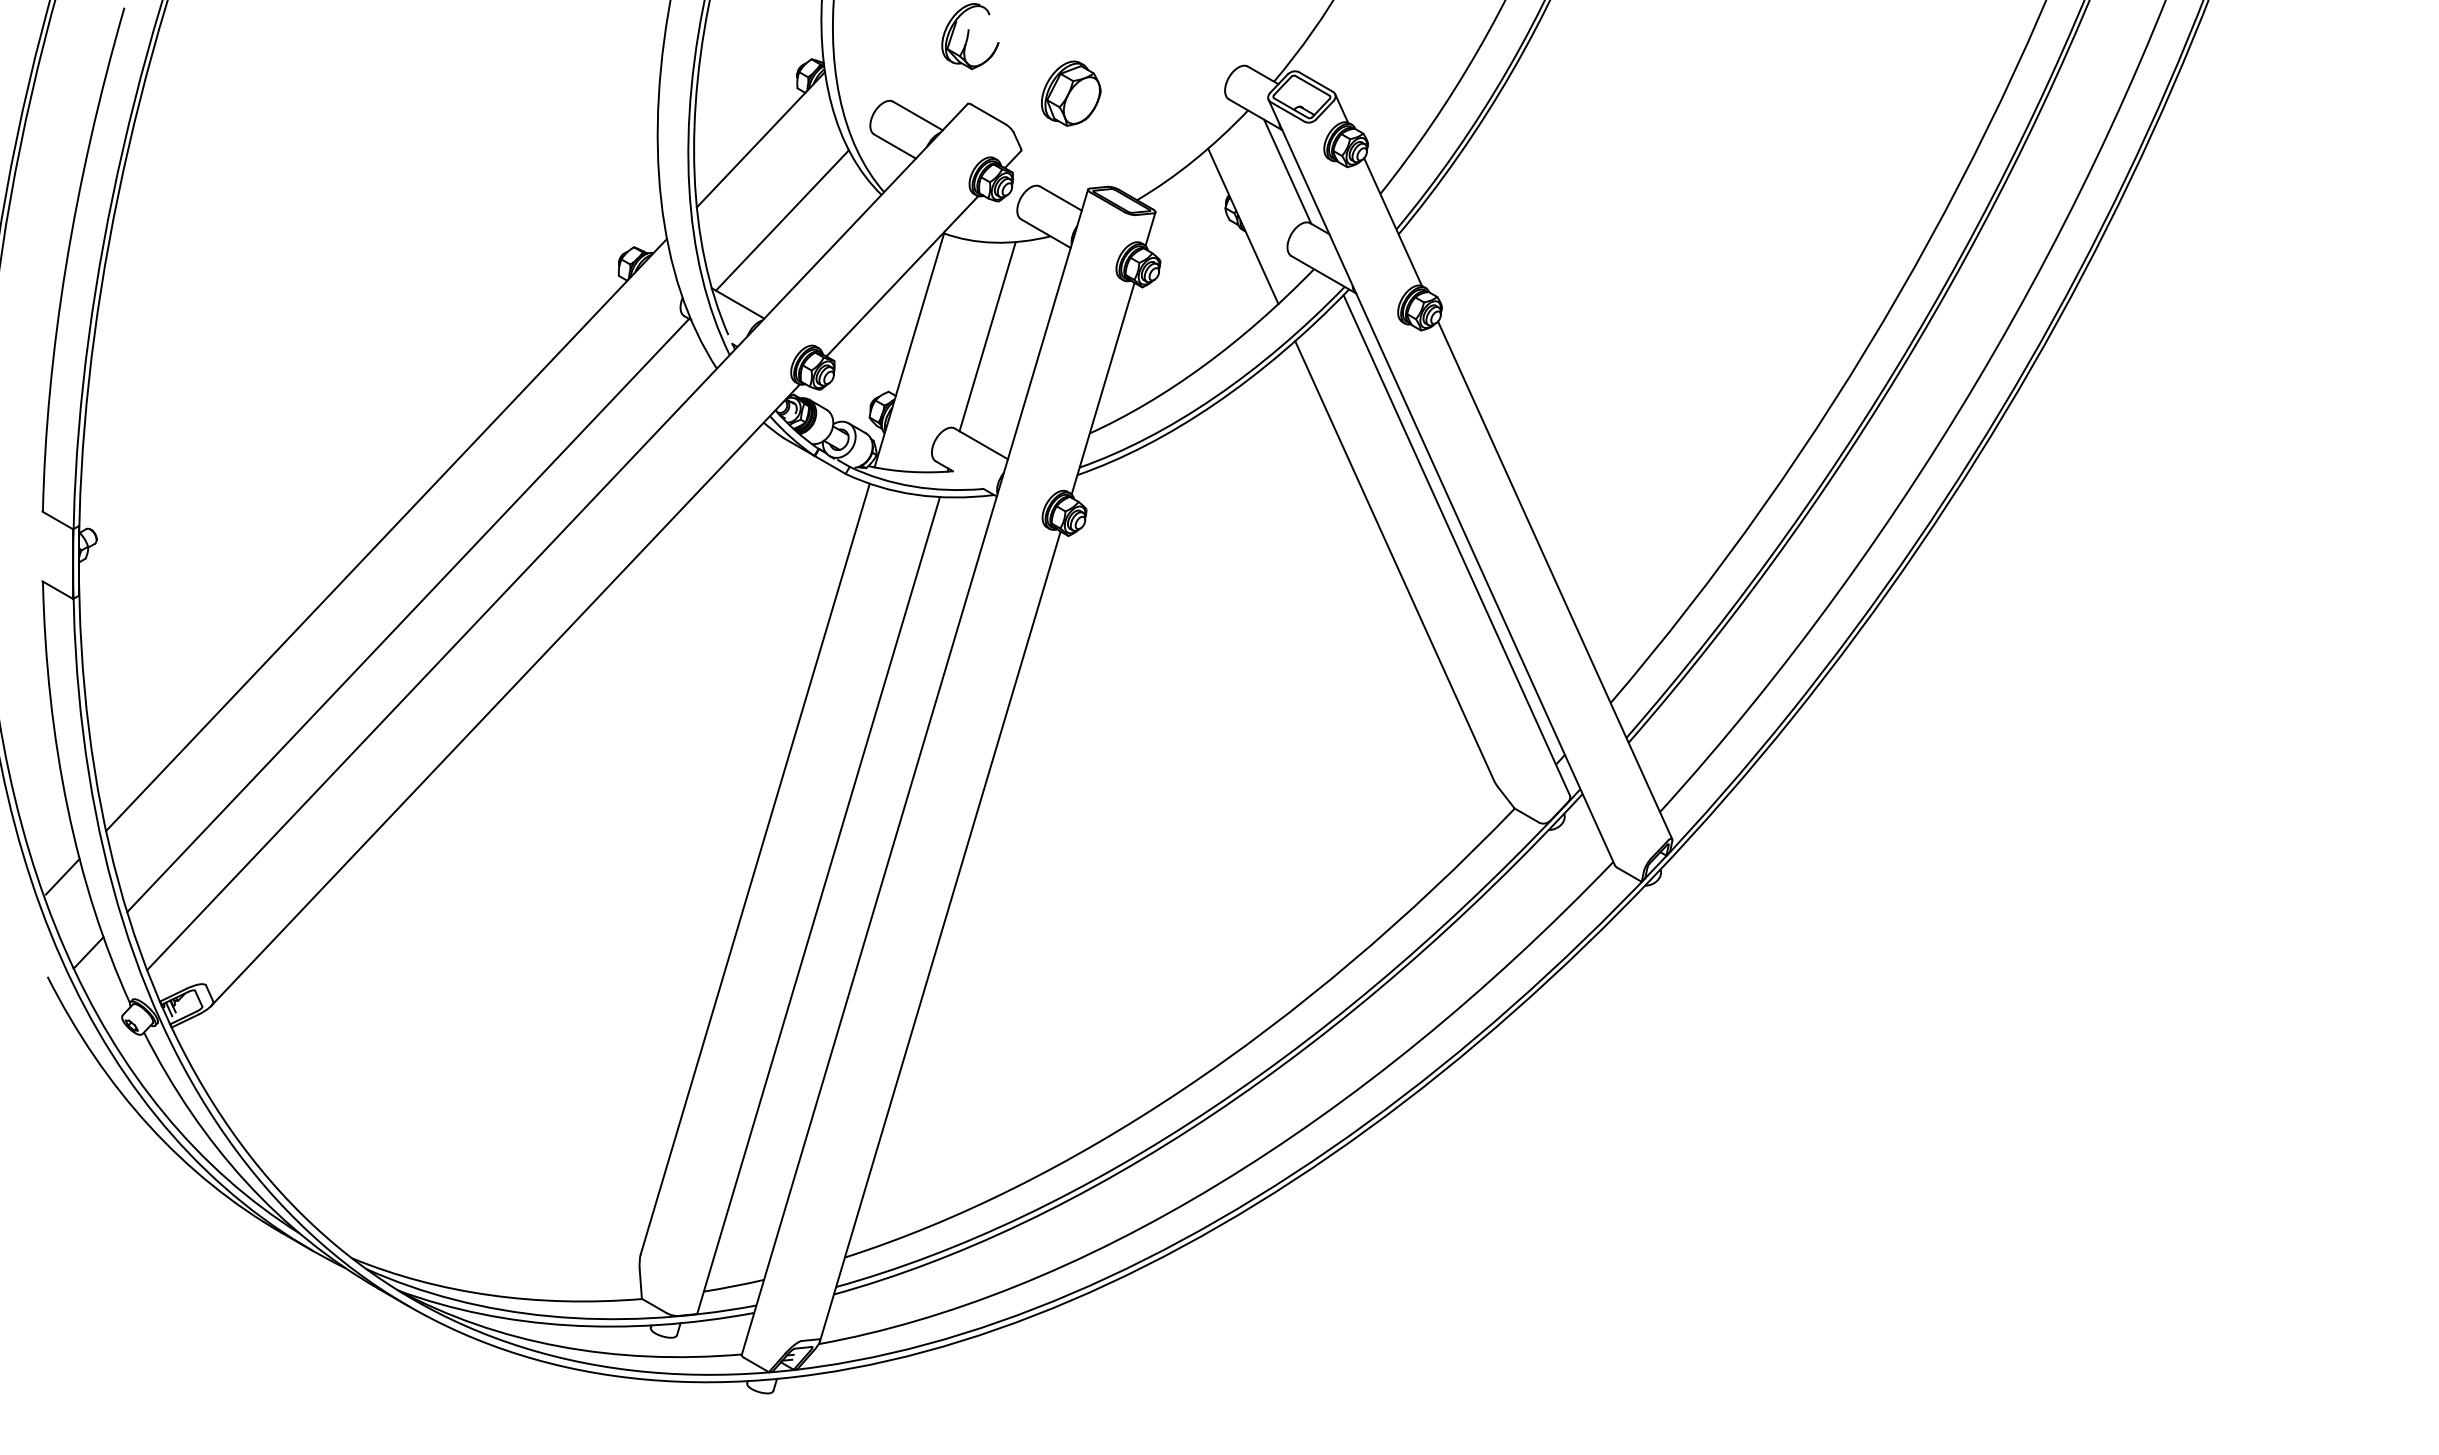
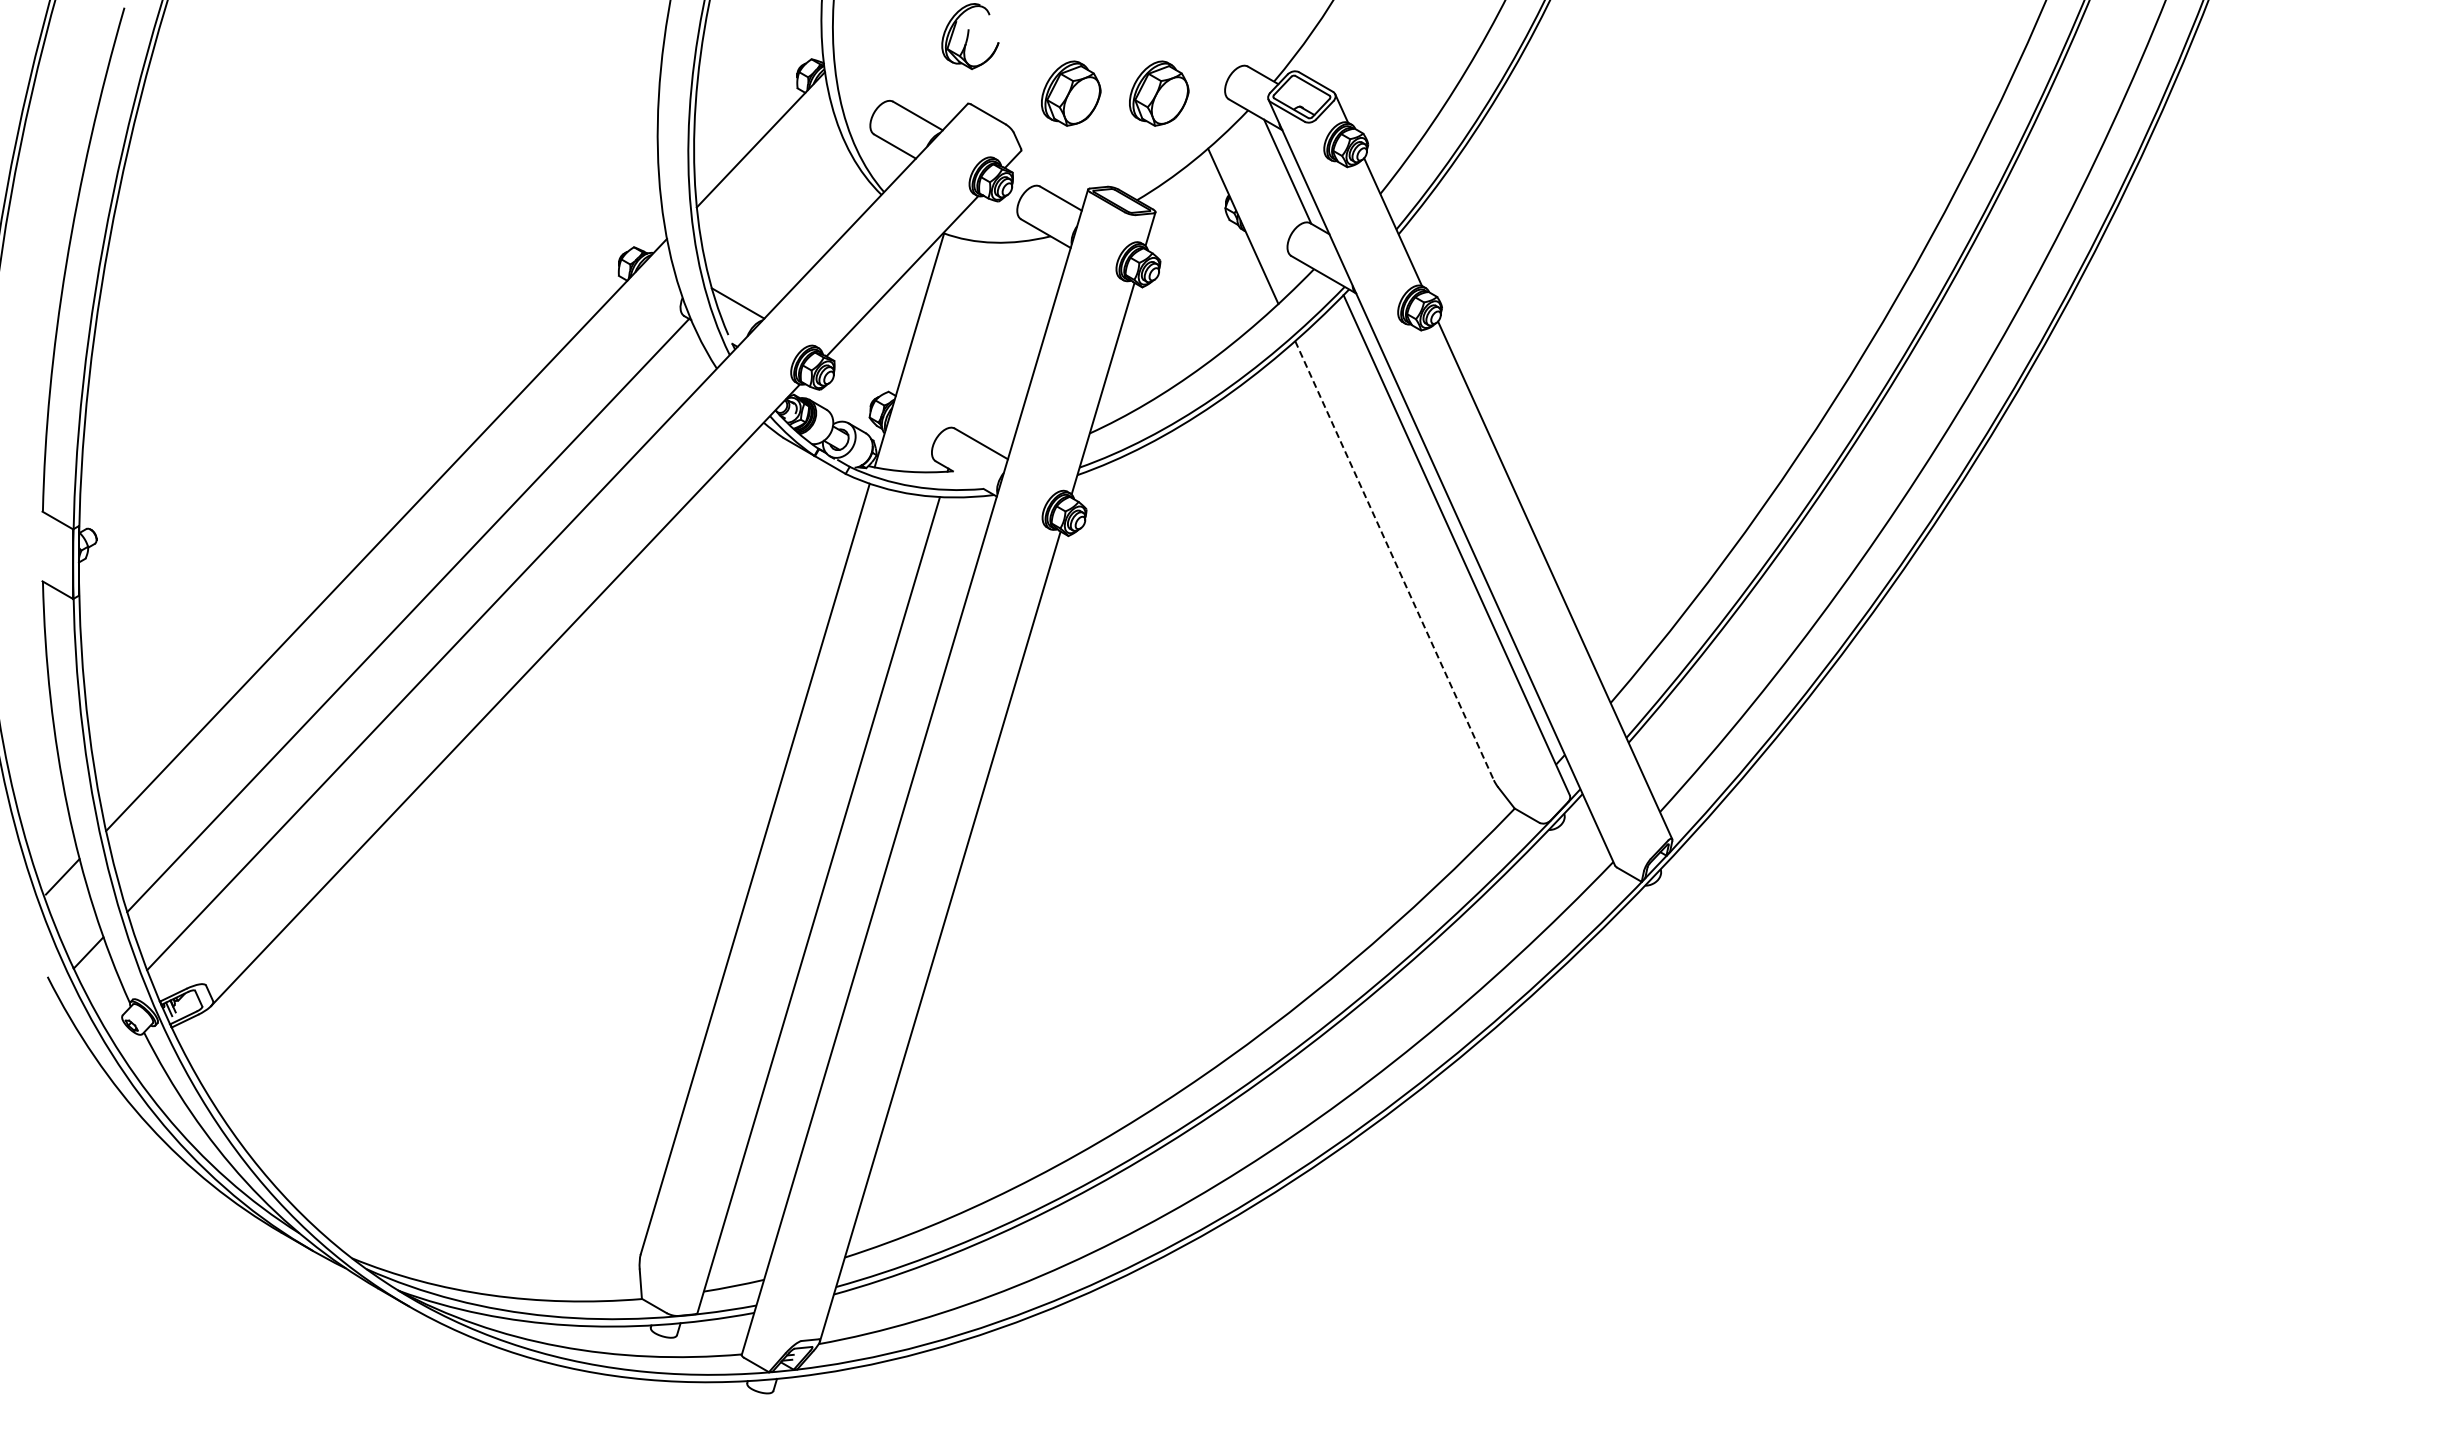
part at (1159, 93): none -> present
line at (781, 220): present -> none
line at (987, 336): present -> none
line at (1394, 560): solid -> dashed
